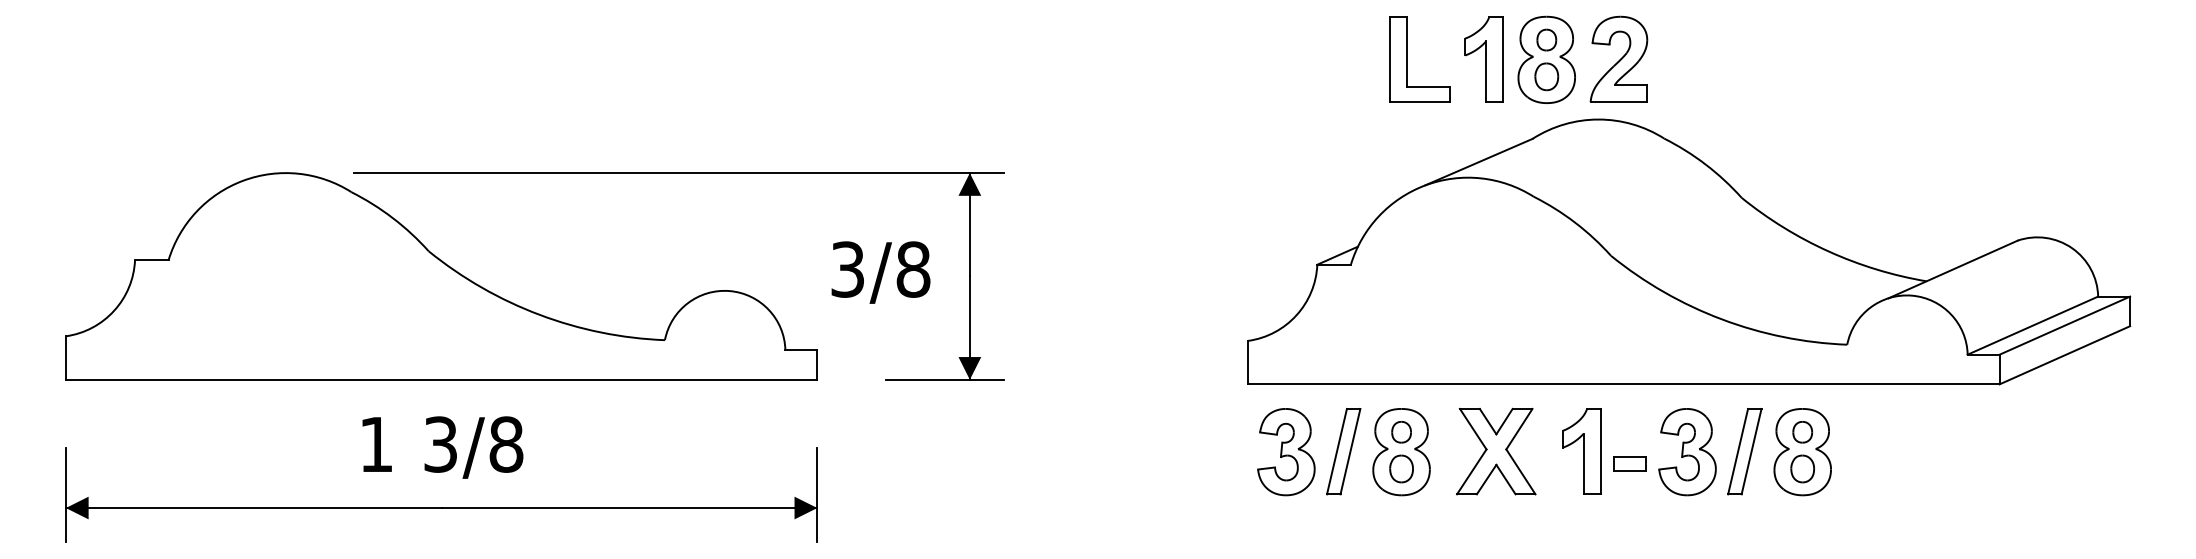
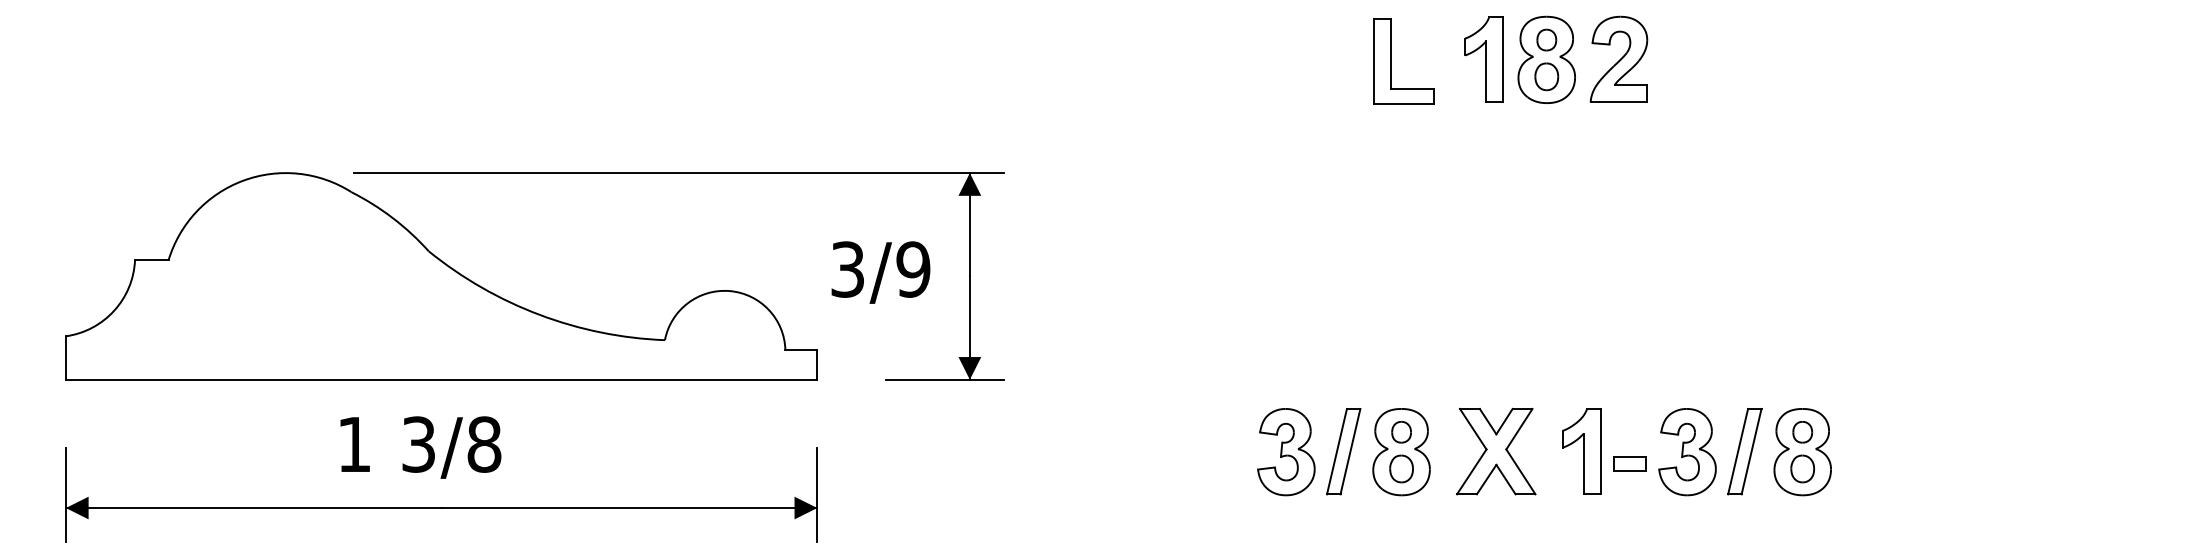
part at (1407, 59) position: (1407, 59) -> (1391, 61)
part at (1689, 251): present -> none
text at (913, 269): 3/8 -> 3/9
text at (442, 447) position: (442, 447) -> (420, 447)
